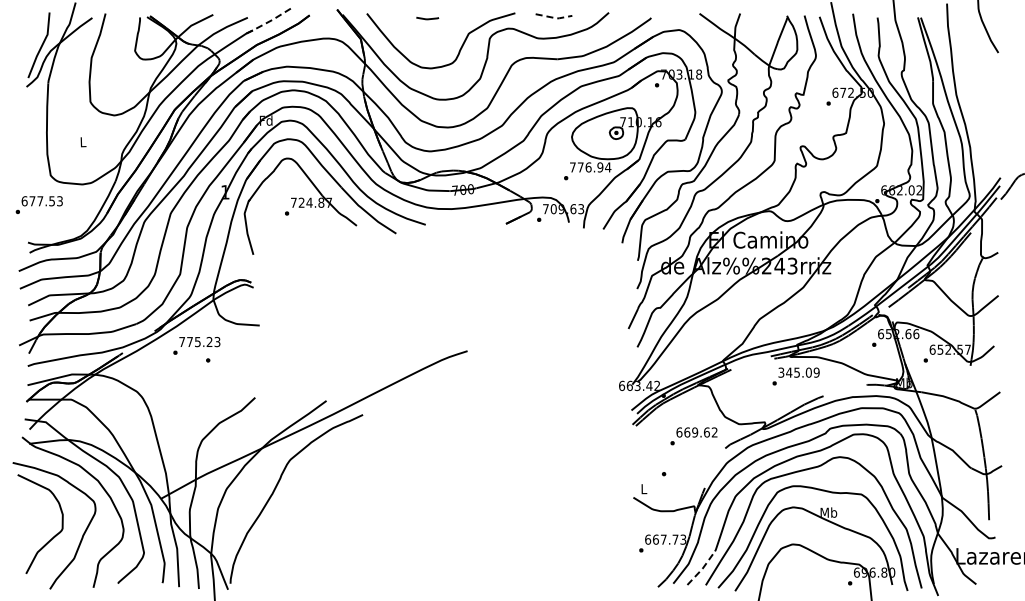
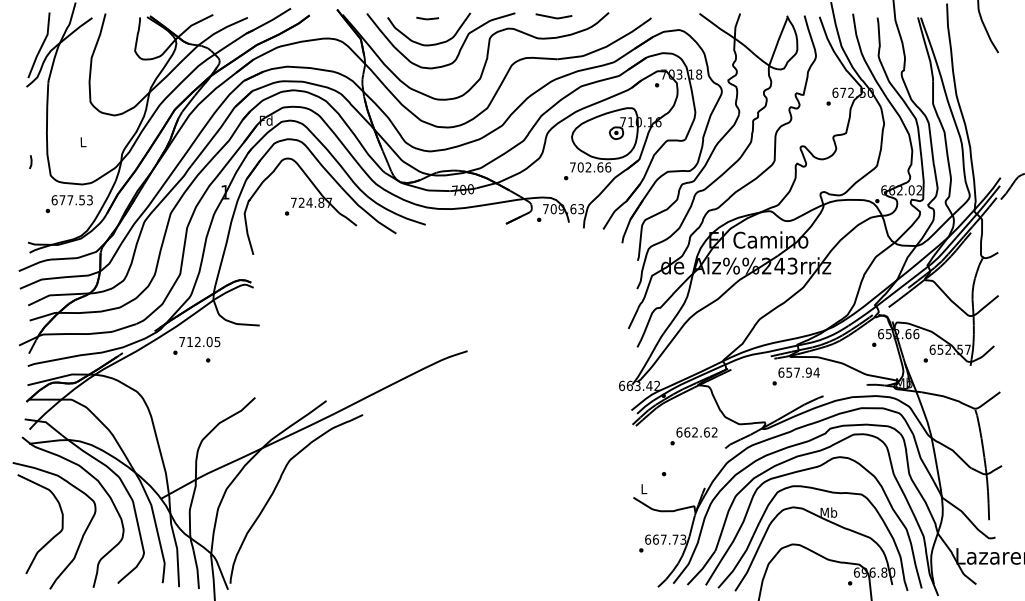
line at (555, 18): dashed -> solid
line at (269, 21): dashed -> solid
curve at (433, 43): none -> present
line at (30, 162): none -> present
text at (594, 167): 776.94 -> 702.66
text at (38, 204) position: (38, 204) -> (68, 203)
text at (203, 341): 775.23 -> 712.05
text at (798, 372): 345.09 -> 657.94
text at (695, 432): 669.62 -> 662.62
line at (702, 568): dashed -> solid
